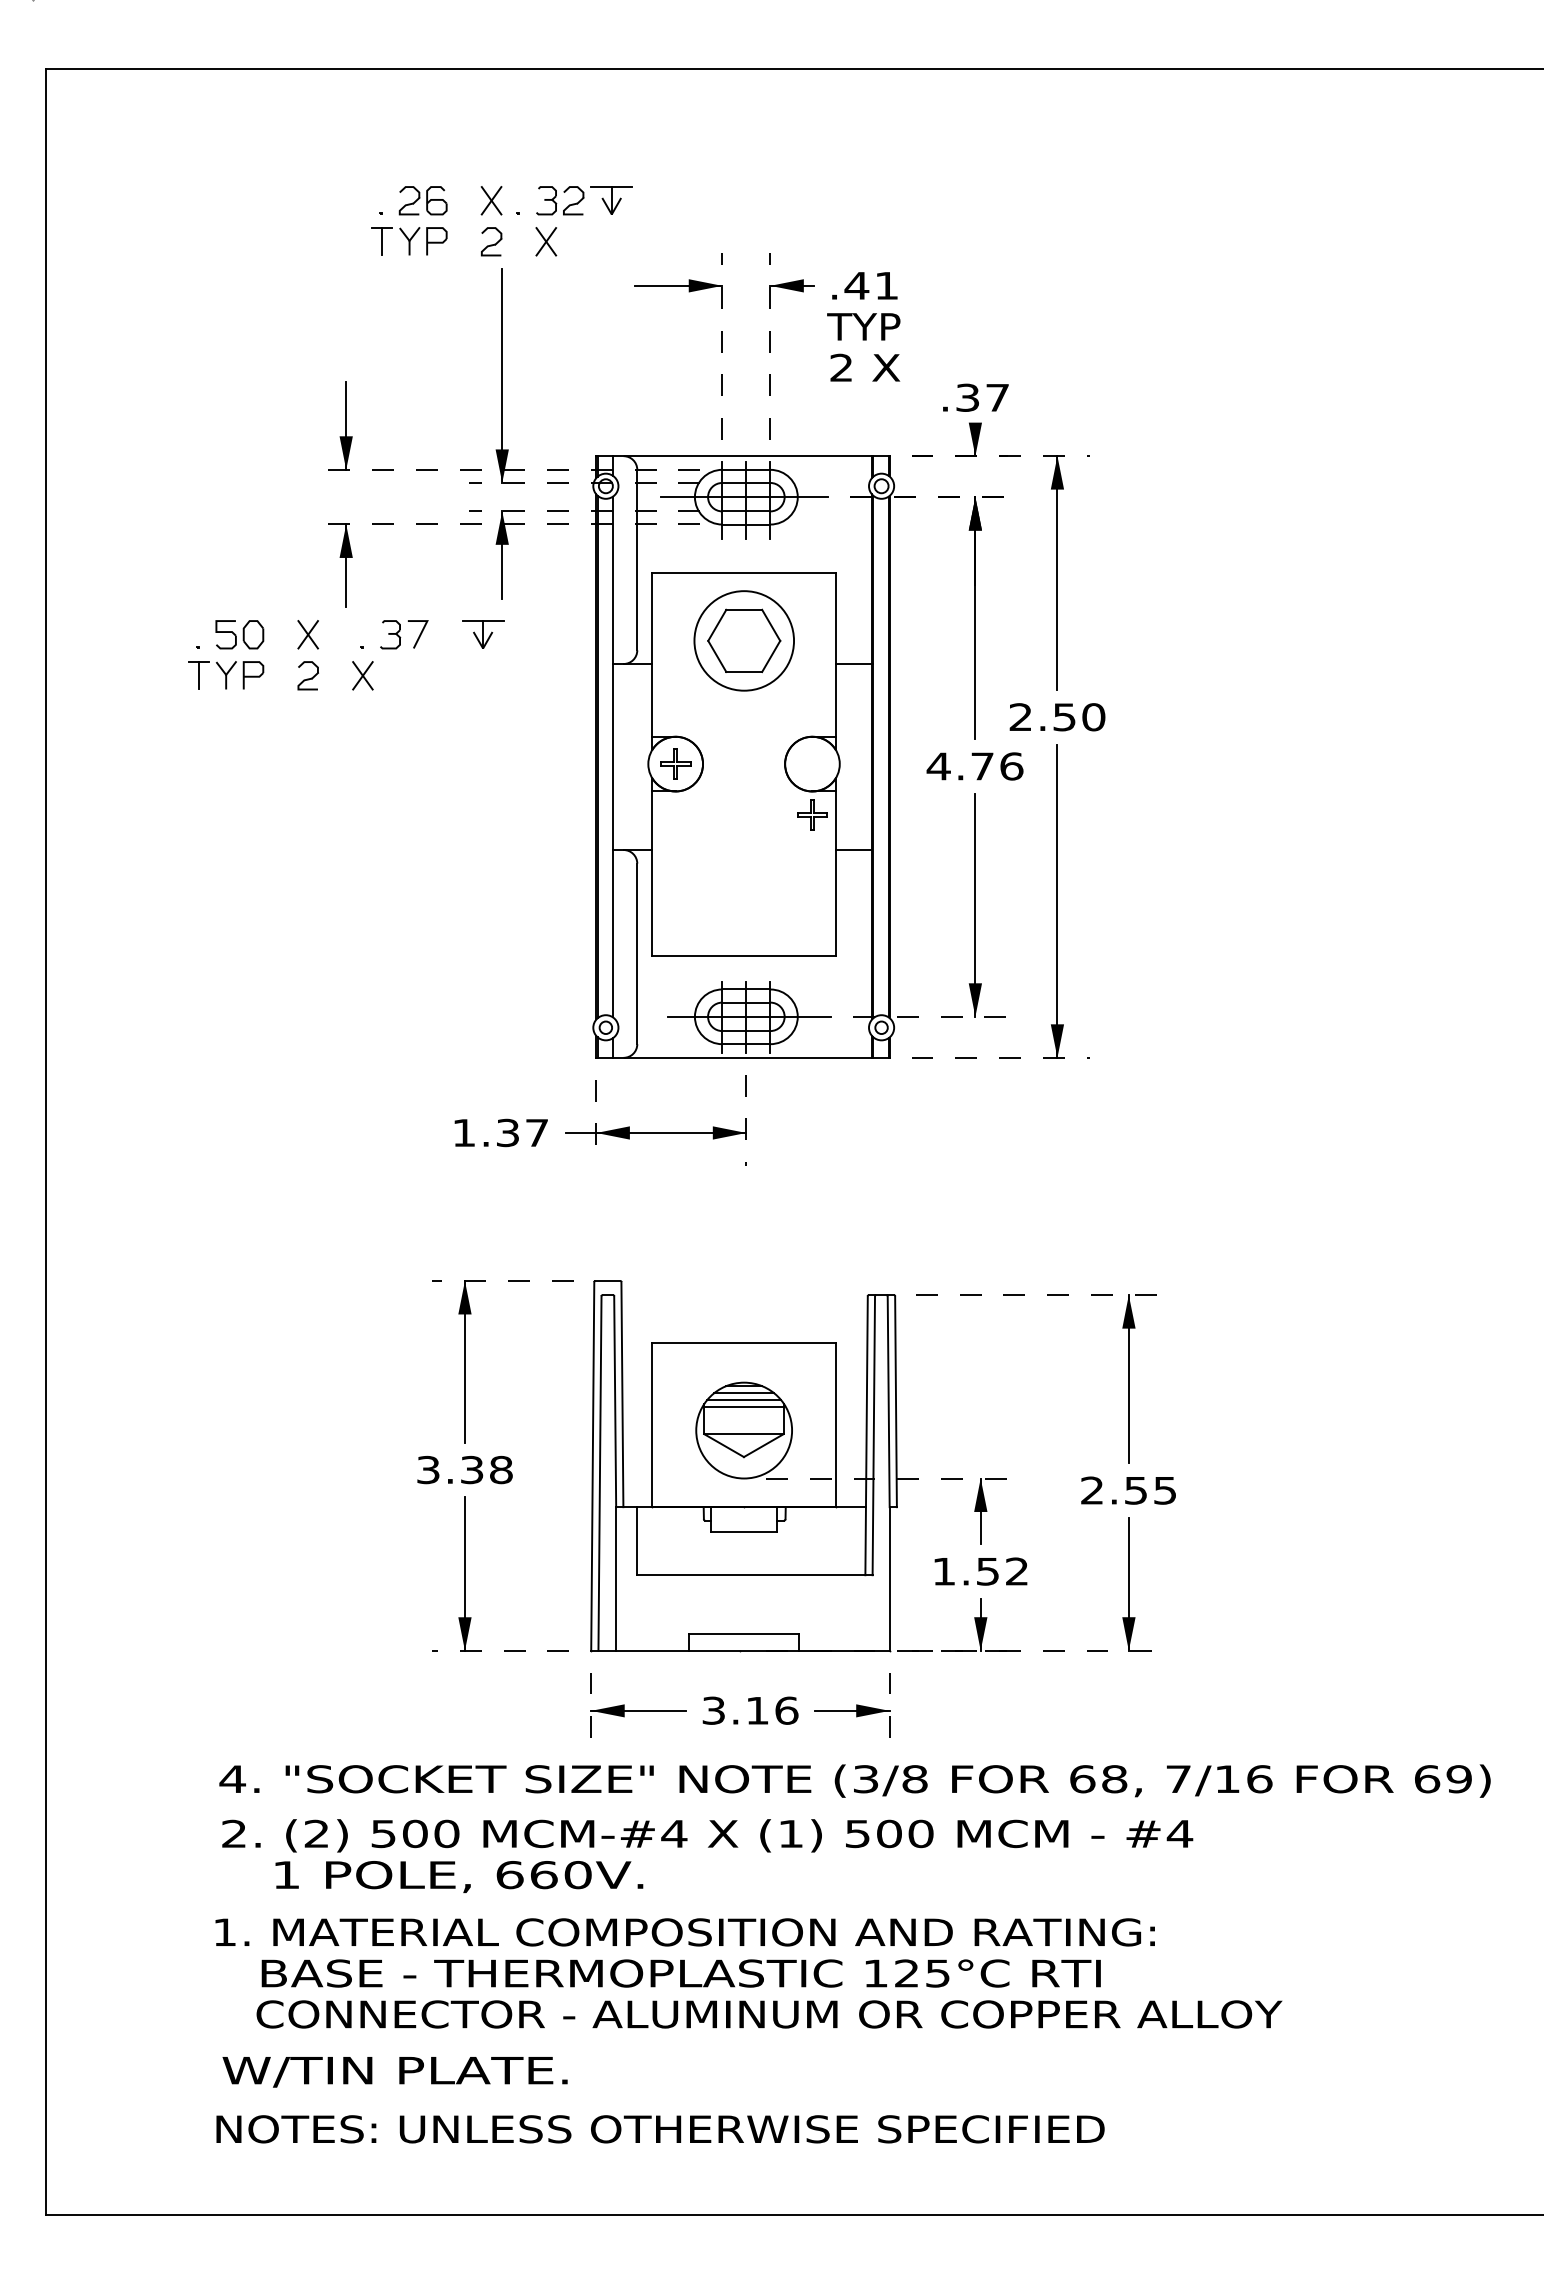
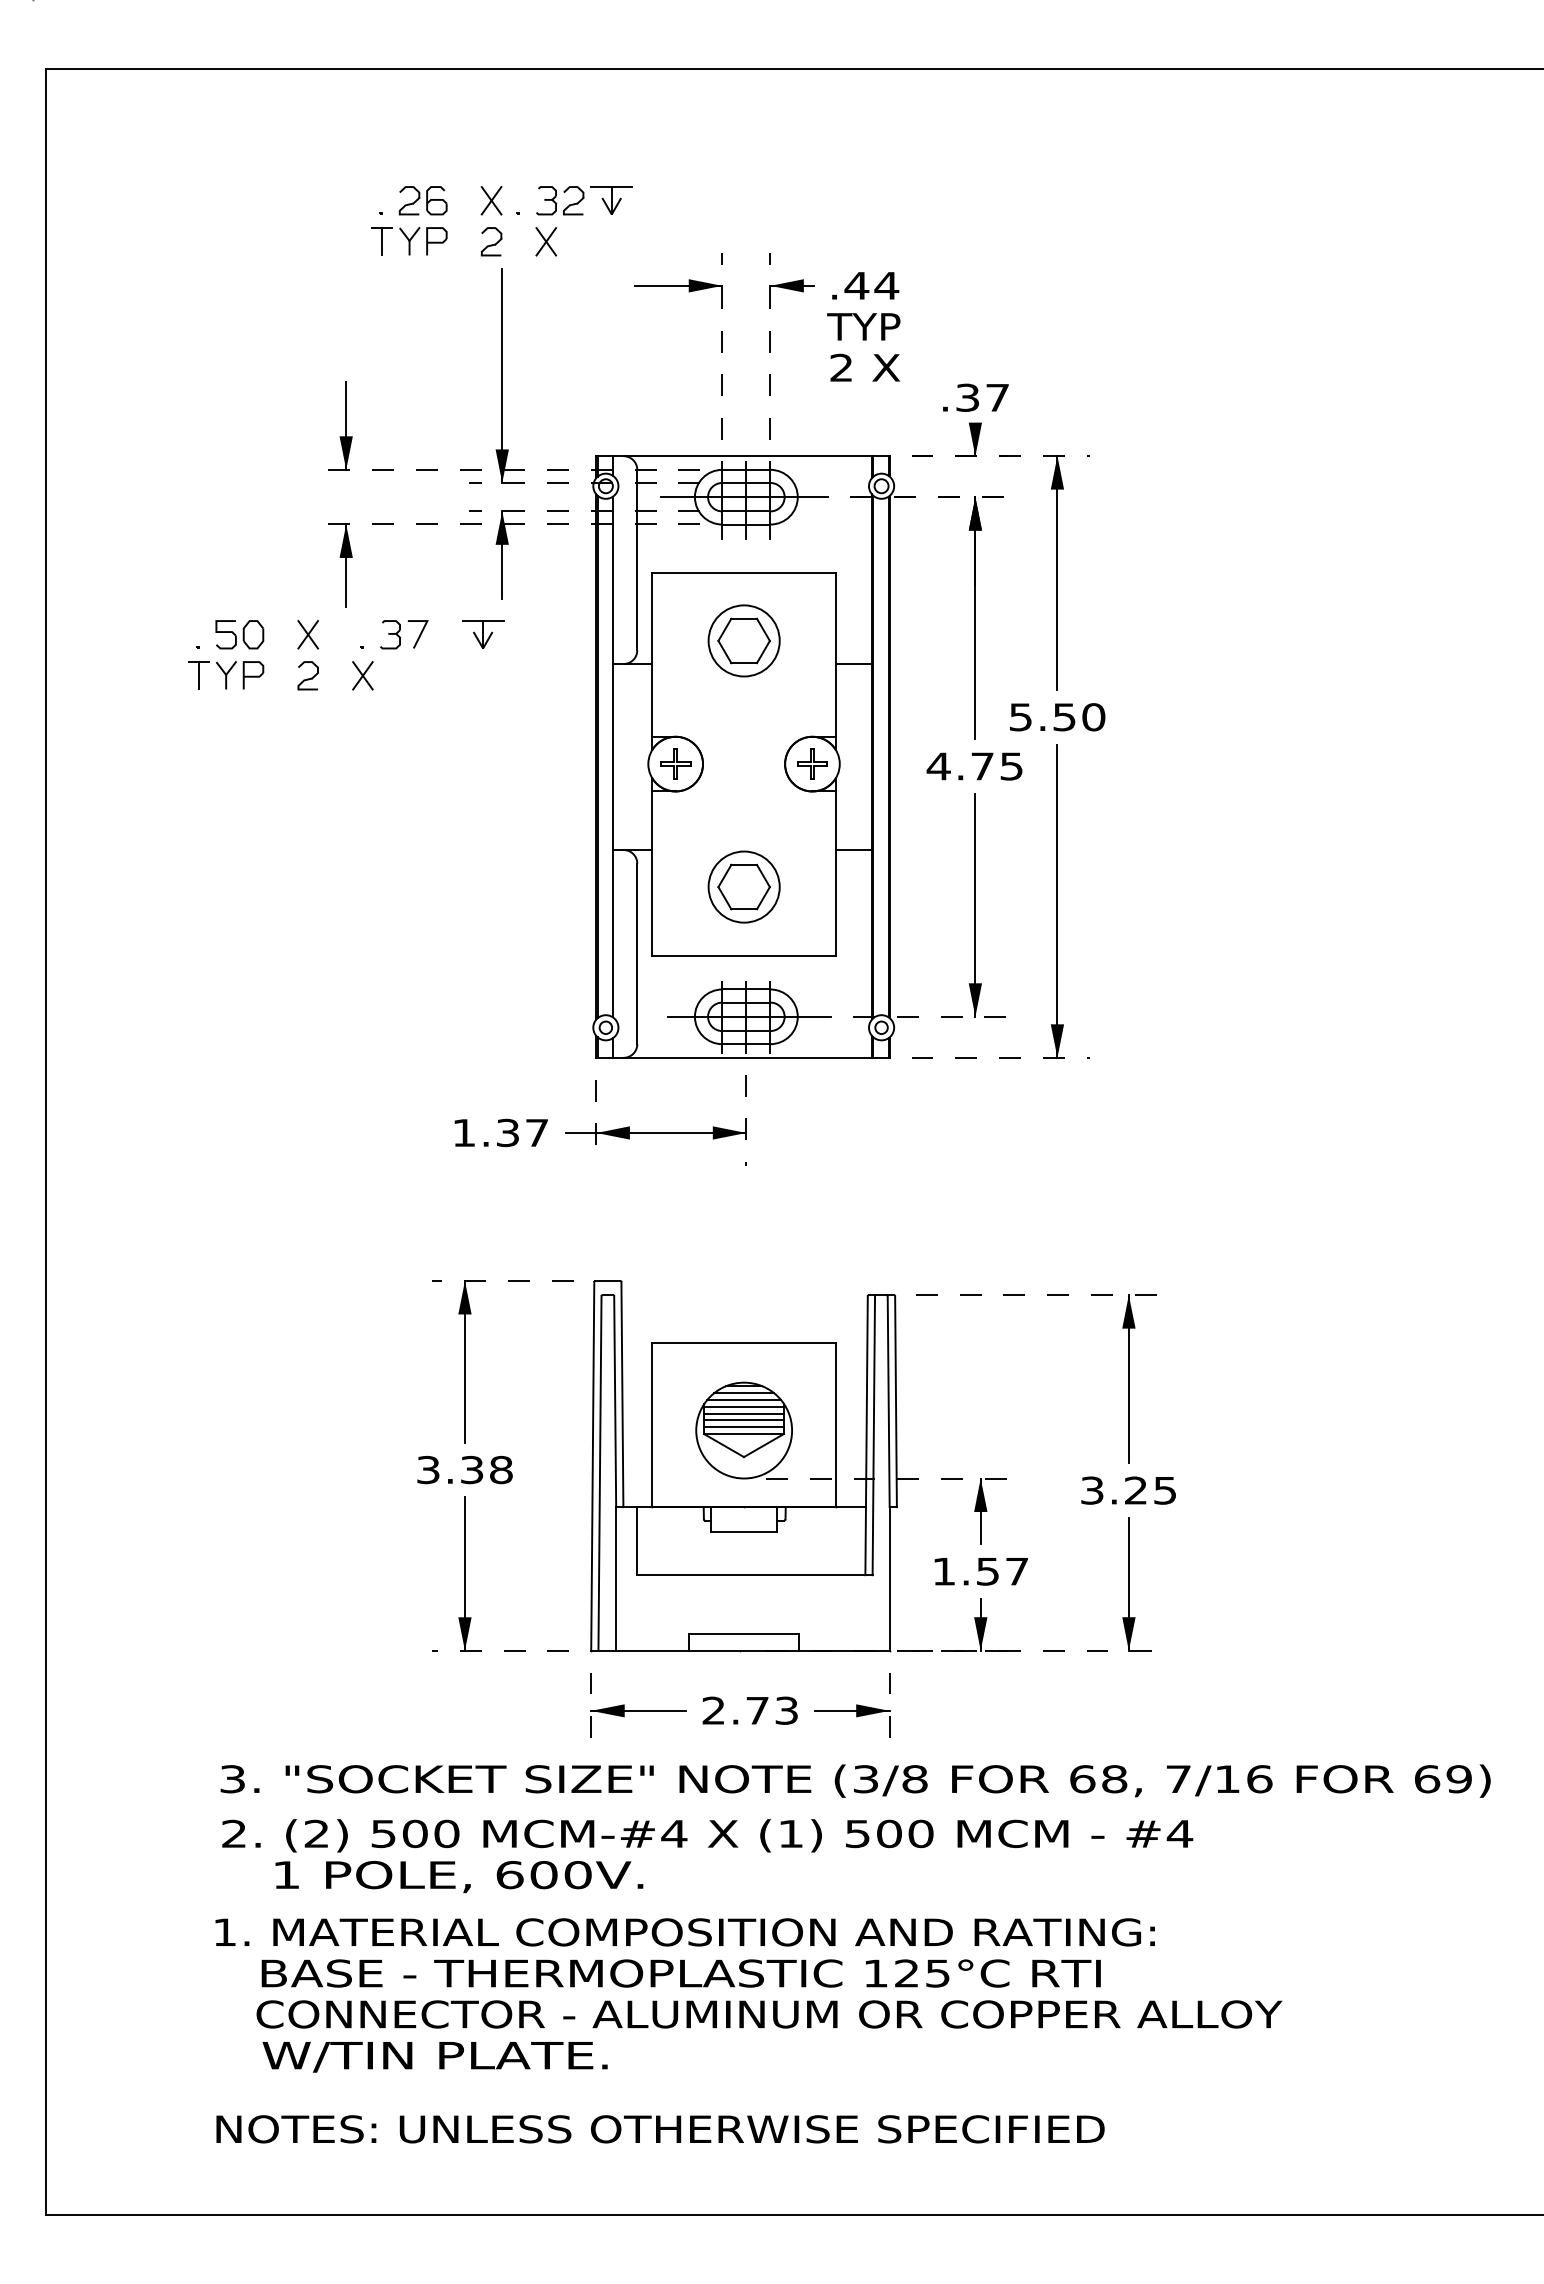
text at (886, 285): .41 -> .44
part at (743, 640) size: 102x102 px -> 74x74 px
text at (1020, 717): 2.50 -> 5.50
text at (1011, 766): 4.76 -> 4.75
part at (812, 814) position: (812, 814) -> (812, 763)
part at (743, 886): none -> present
line at (743, 1413): none -> present
line at (743, 1420): none -> present
line at (743, 1427): none -> present
text at (1113, 1490): 2.55 -> 3.25
text at (1016, 1571): 1.52 -> 1.57
text at (750, 1710): 3.16 -> 2.73
text at (232, 1779): 4. -> 3.
text at (543, 1875): 660V. -> 600V.
text at (394, 2072) position: (394, 2072) -> (434, 2057)
